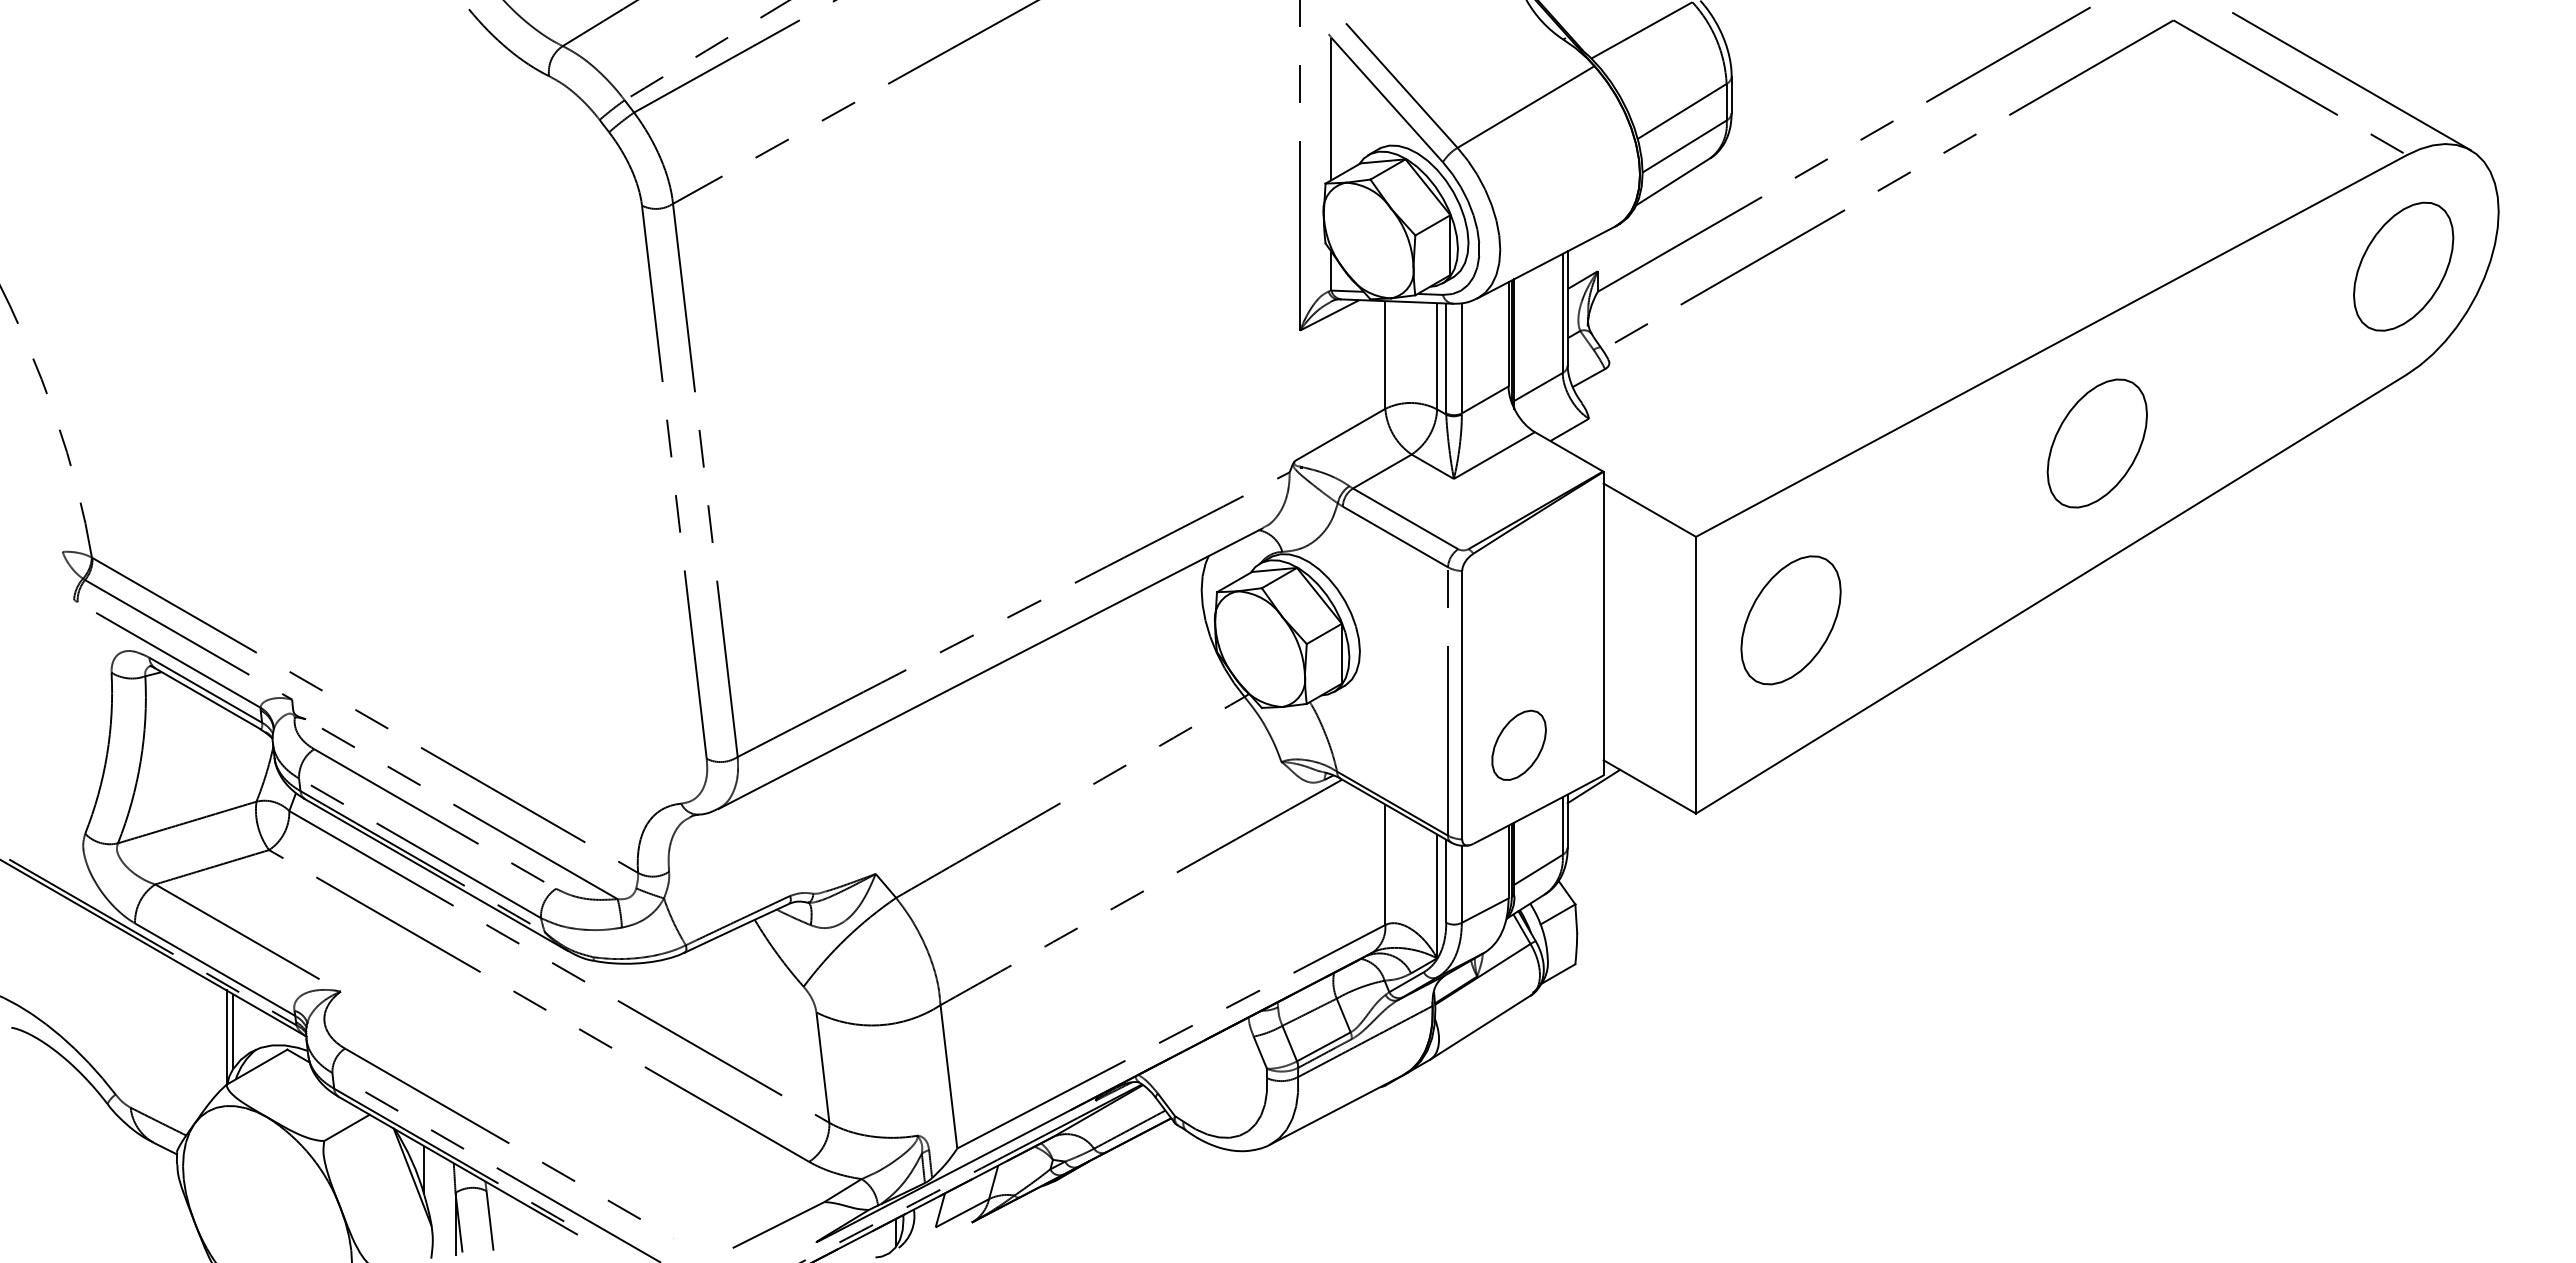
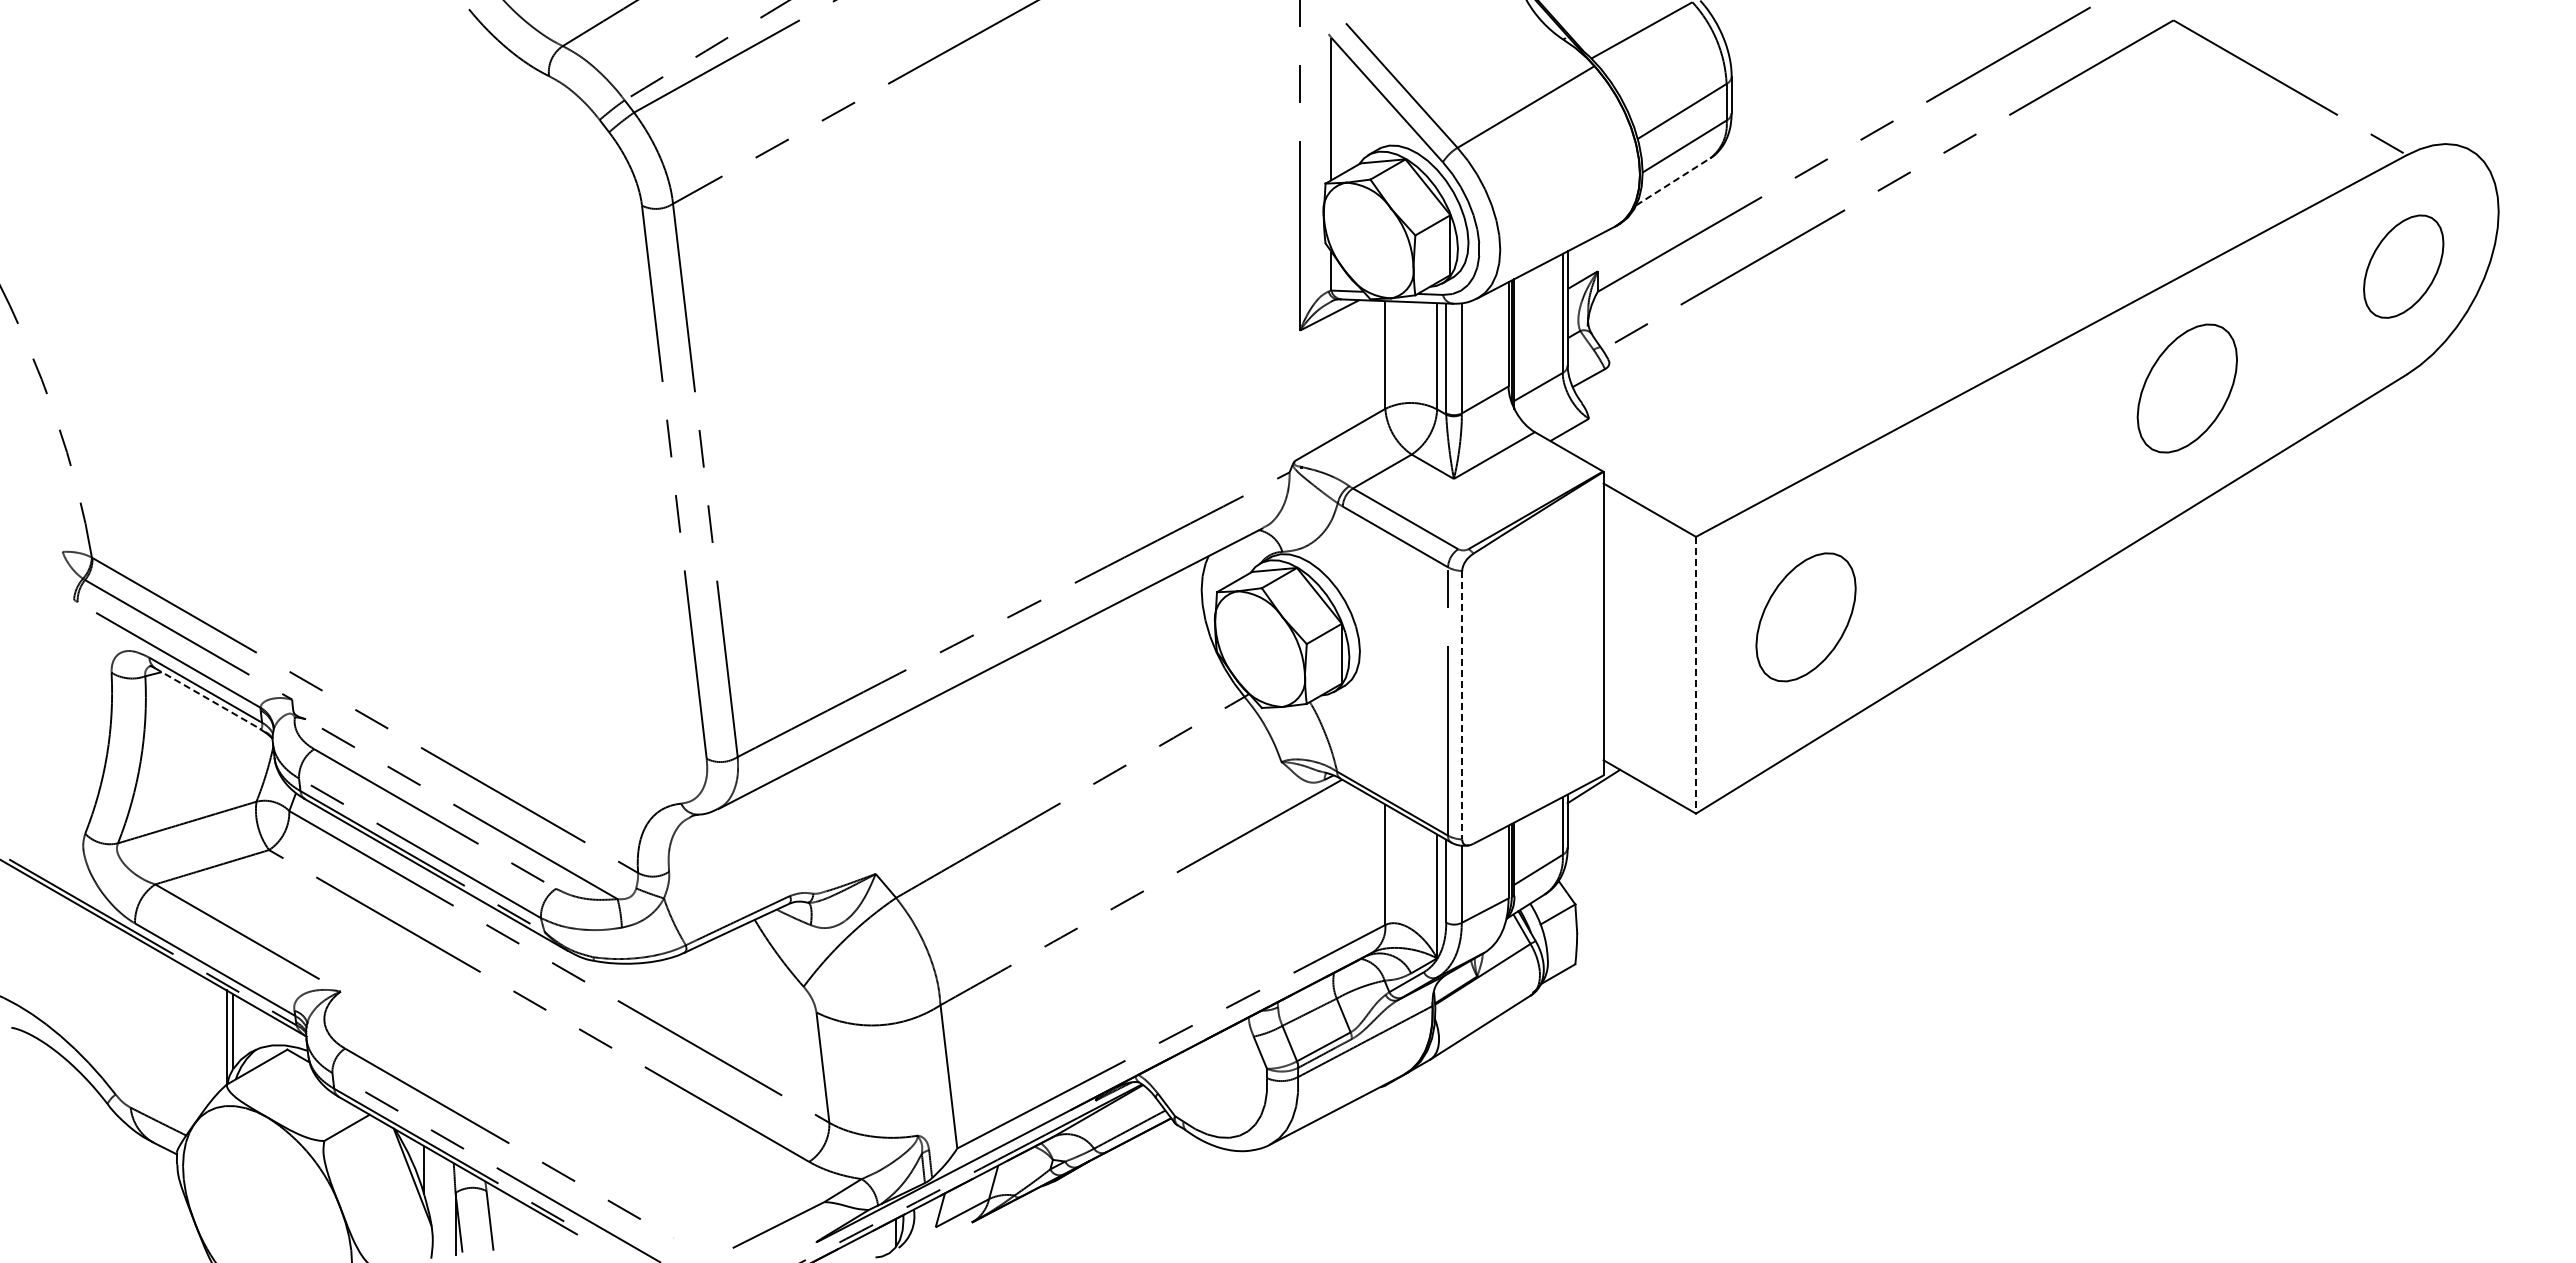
line at (2351, 81): present -> none
line at (1673, 181): solid -> dashed
part at (2403, 266) size: 102x131 px -> 82x105 px
part at (2096, 443) position: (2096, 443) -> (2186, 388)
part at (1790, 620) position: (1790, 620) -> (1805, 617)
line at (1696, 675): solid -> dashed
line at (208, 698): solid -> dashed
line at (1462, 705): solid -> dashed
part at (1518, 744): present -> none
